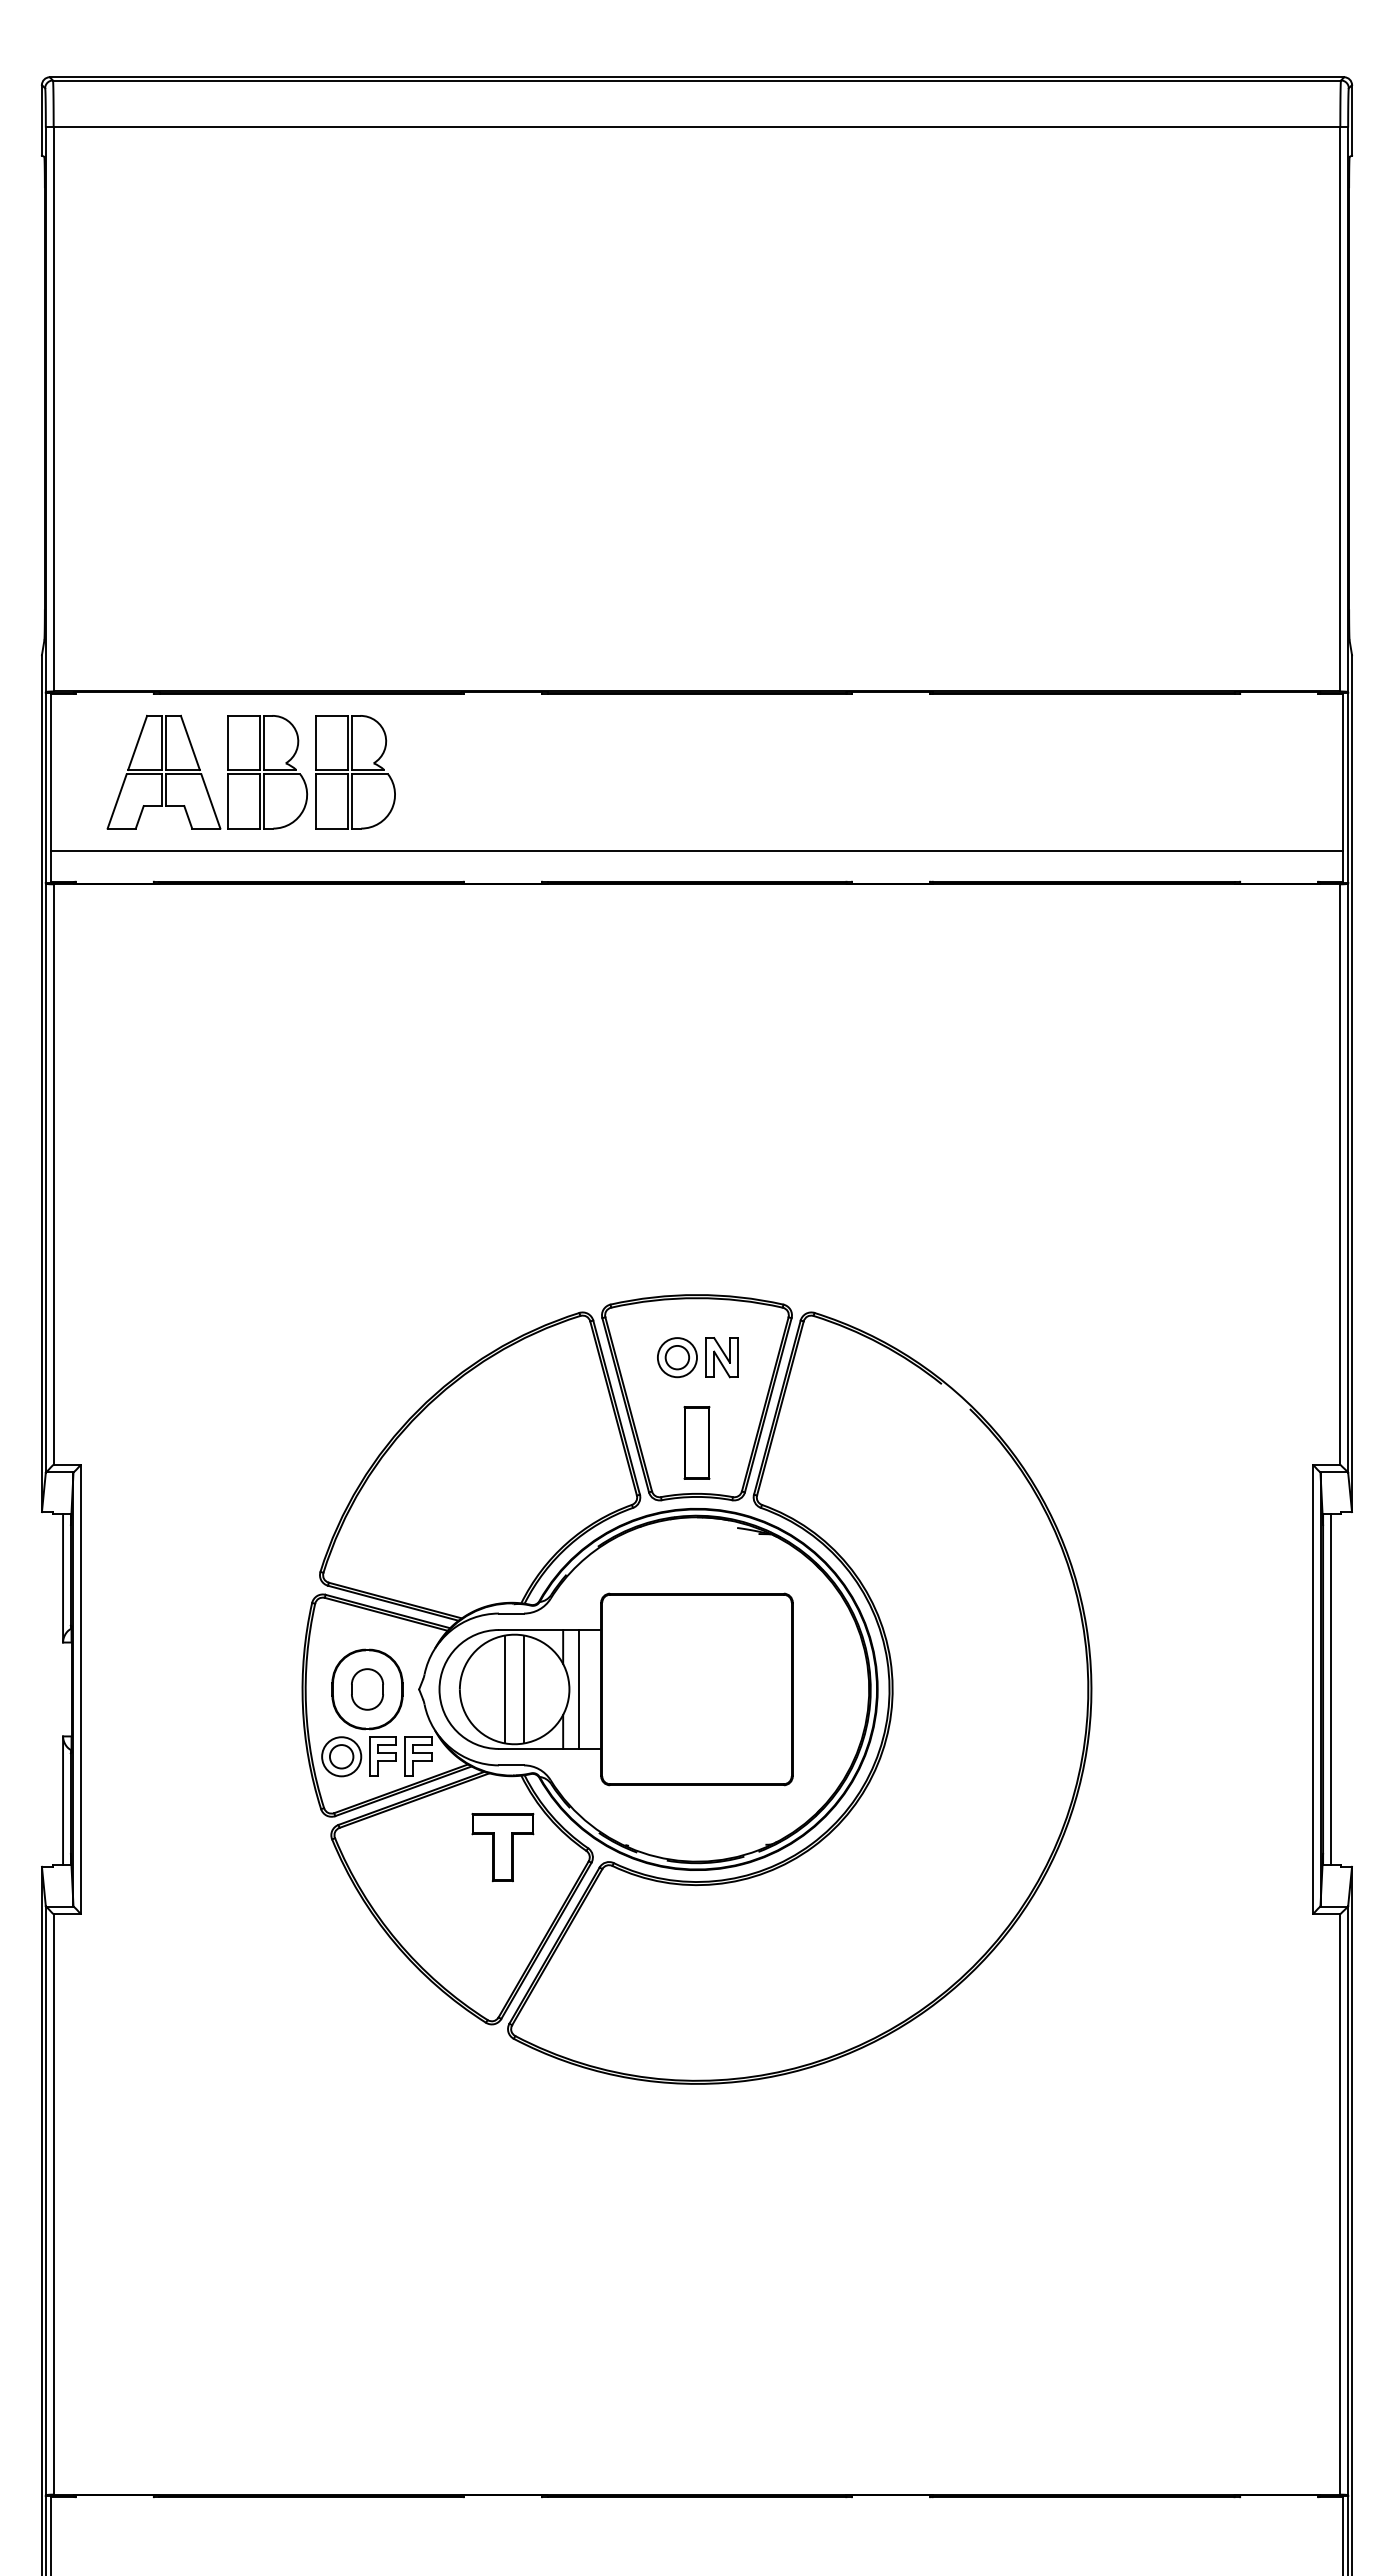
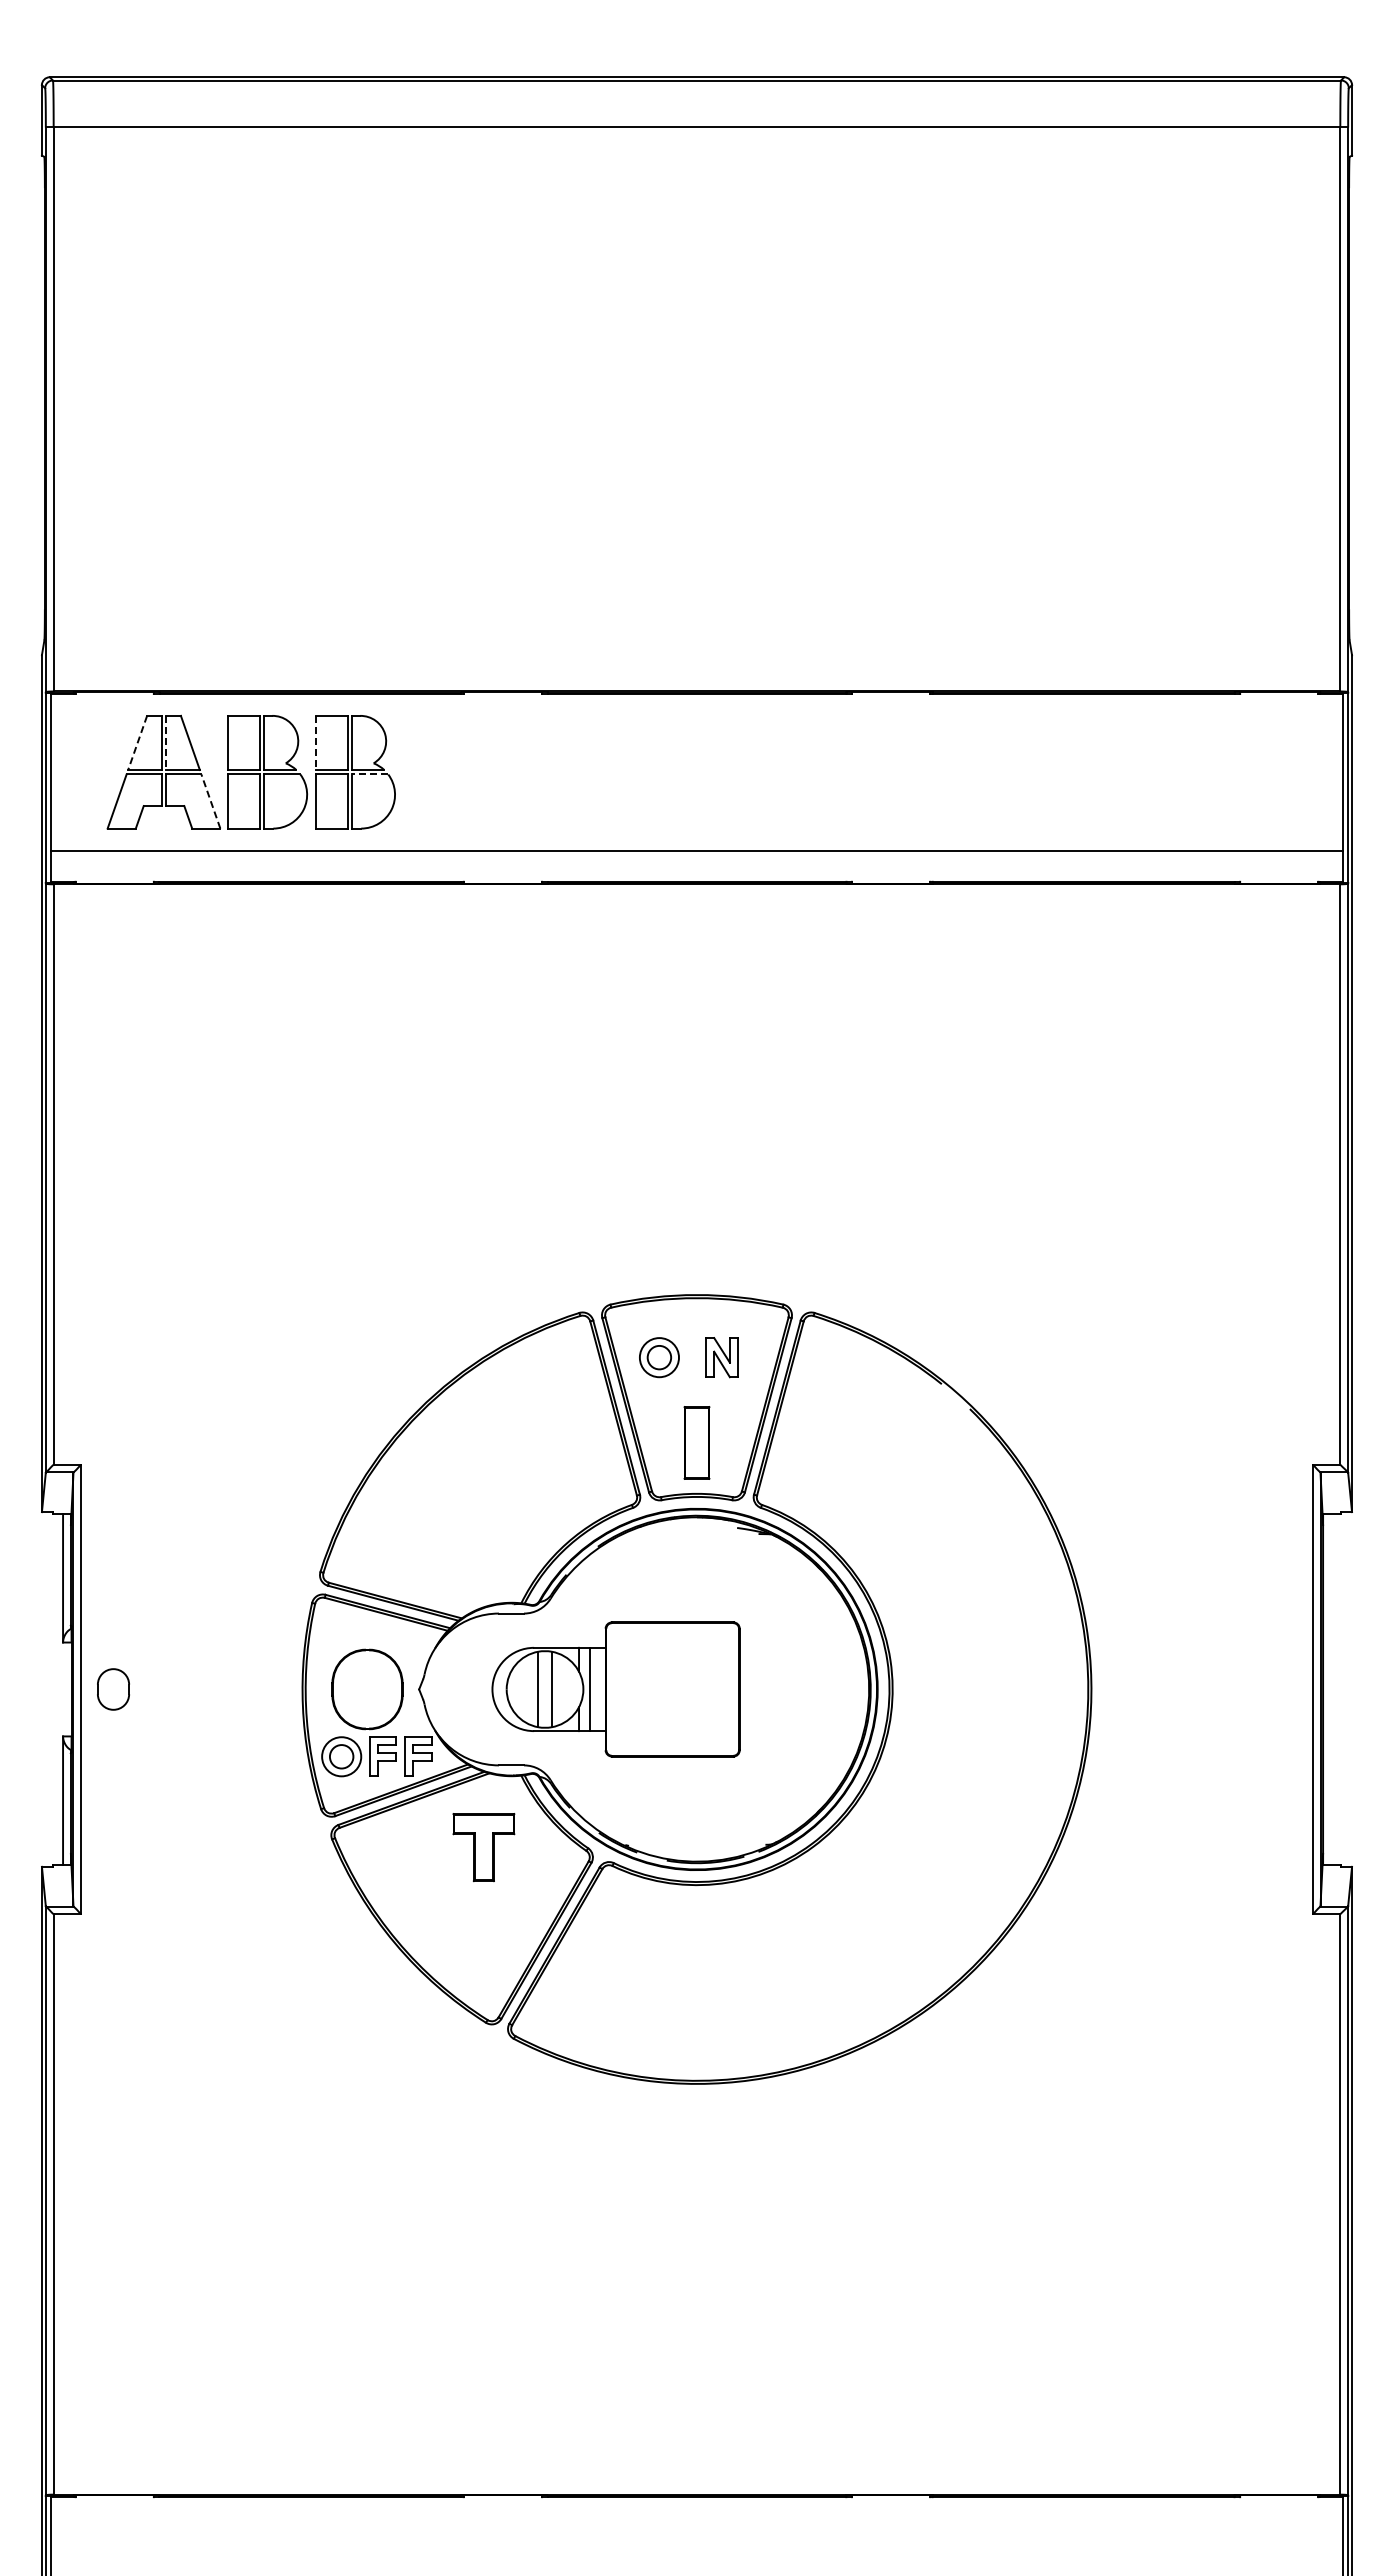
line at (137, 742): solid -> dashed
line at (166, 743): solid -> dashed
line at (316, 743): solid -> dashed
line at (369, 774): solid -> dashed
line at (210, 801): solid -> dashed
part at (677, 1357) position: (677, 1357) -> (659, 1357)
part at (367, 1689) position: (367, 1689) -> (113, 1689)
part at (615, 1689) size: 356x195 px -> 250x137 px
line at (1330, 1689): present -> none
part at (502, 1847) position: (502, 1847) -> (483, 1847)
